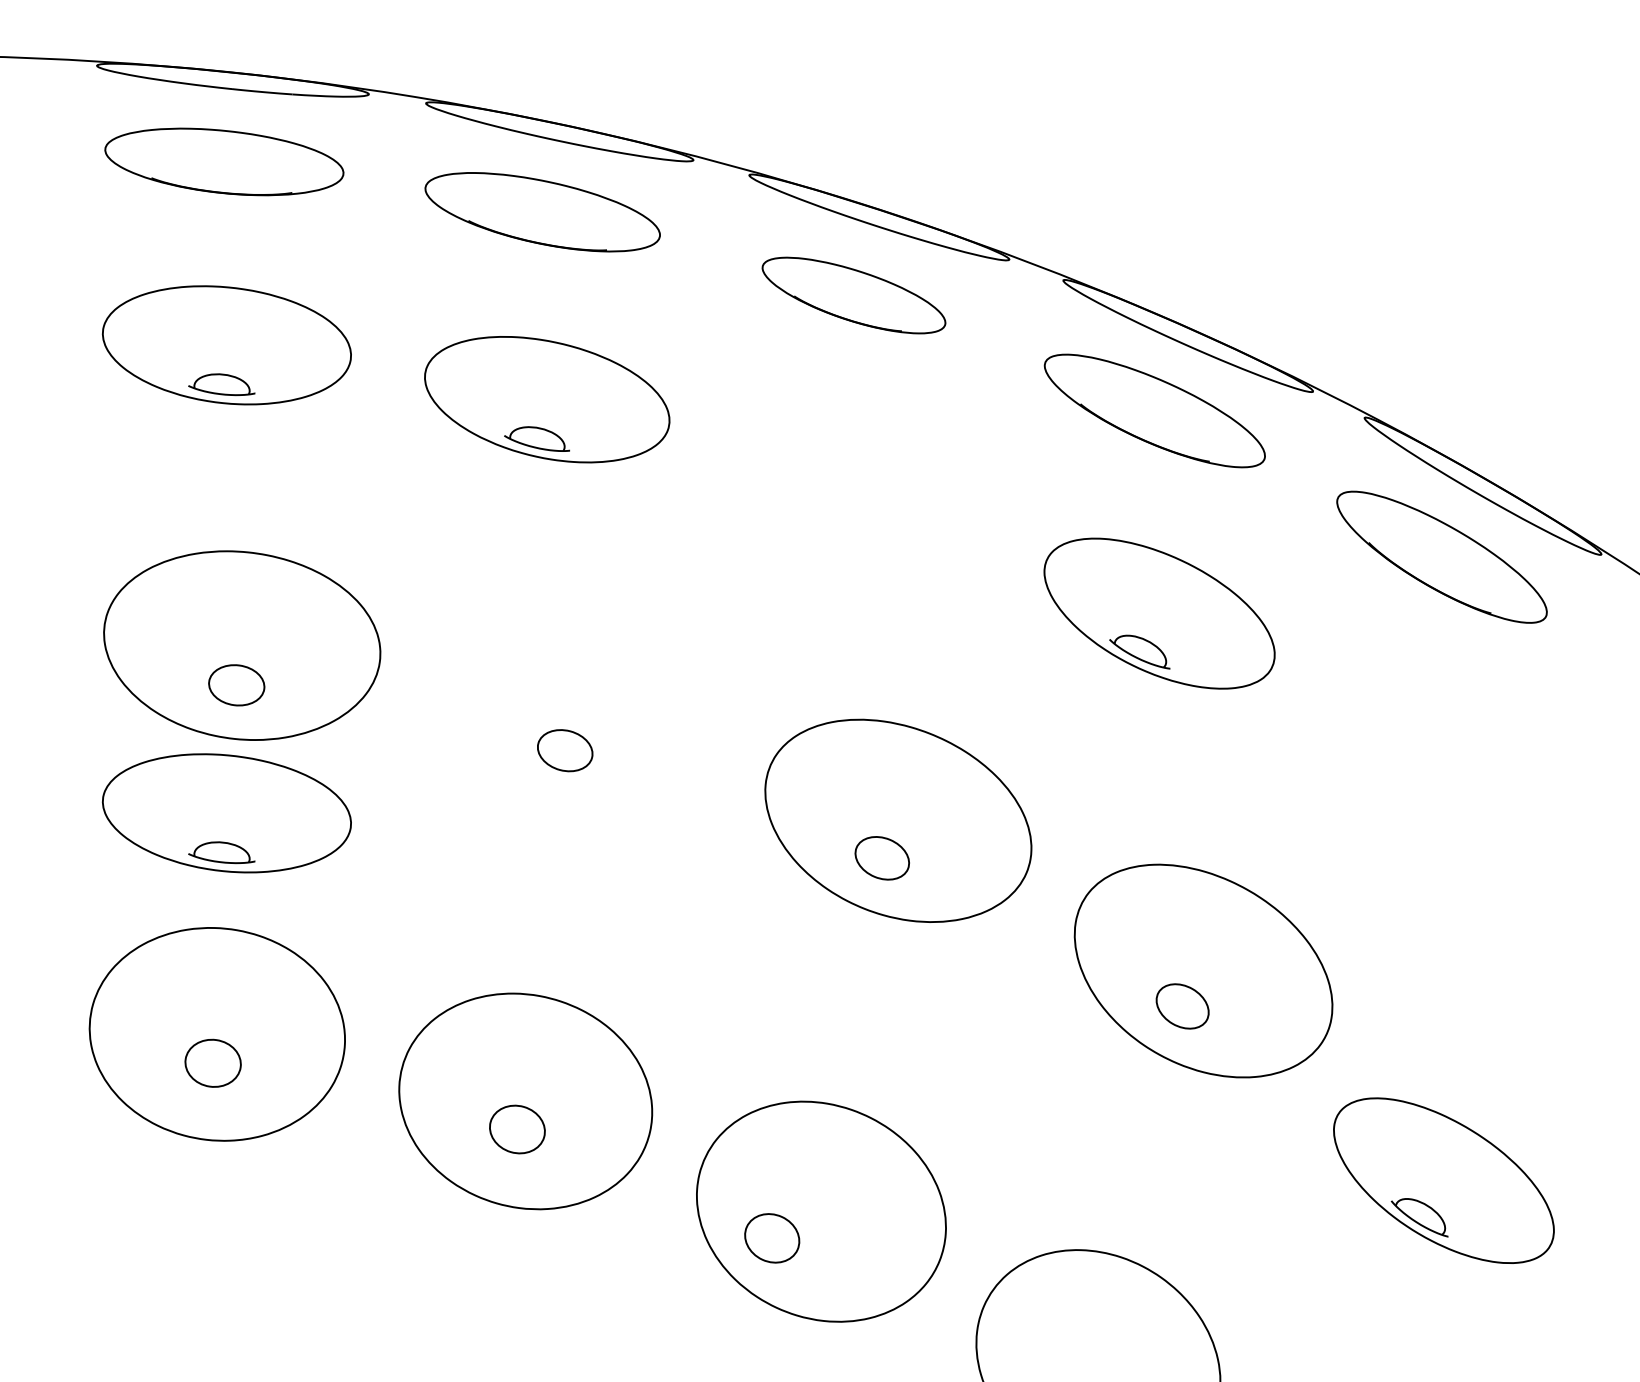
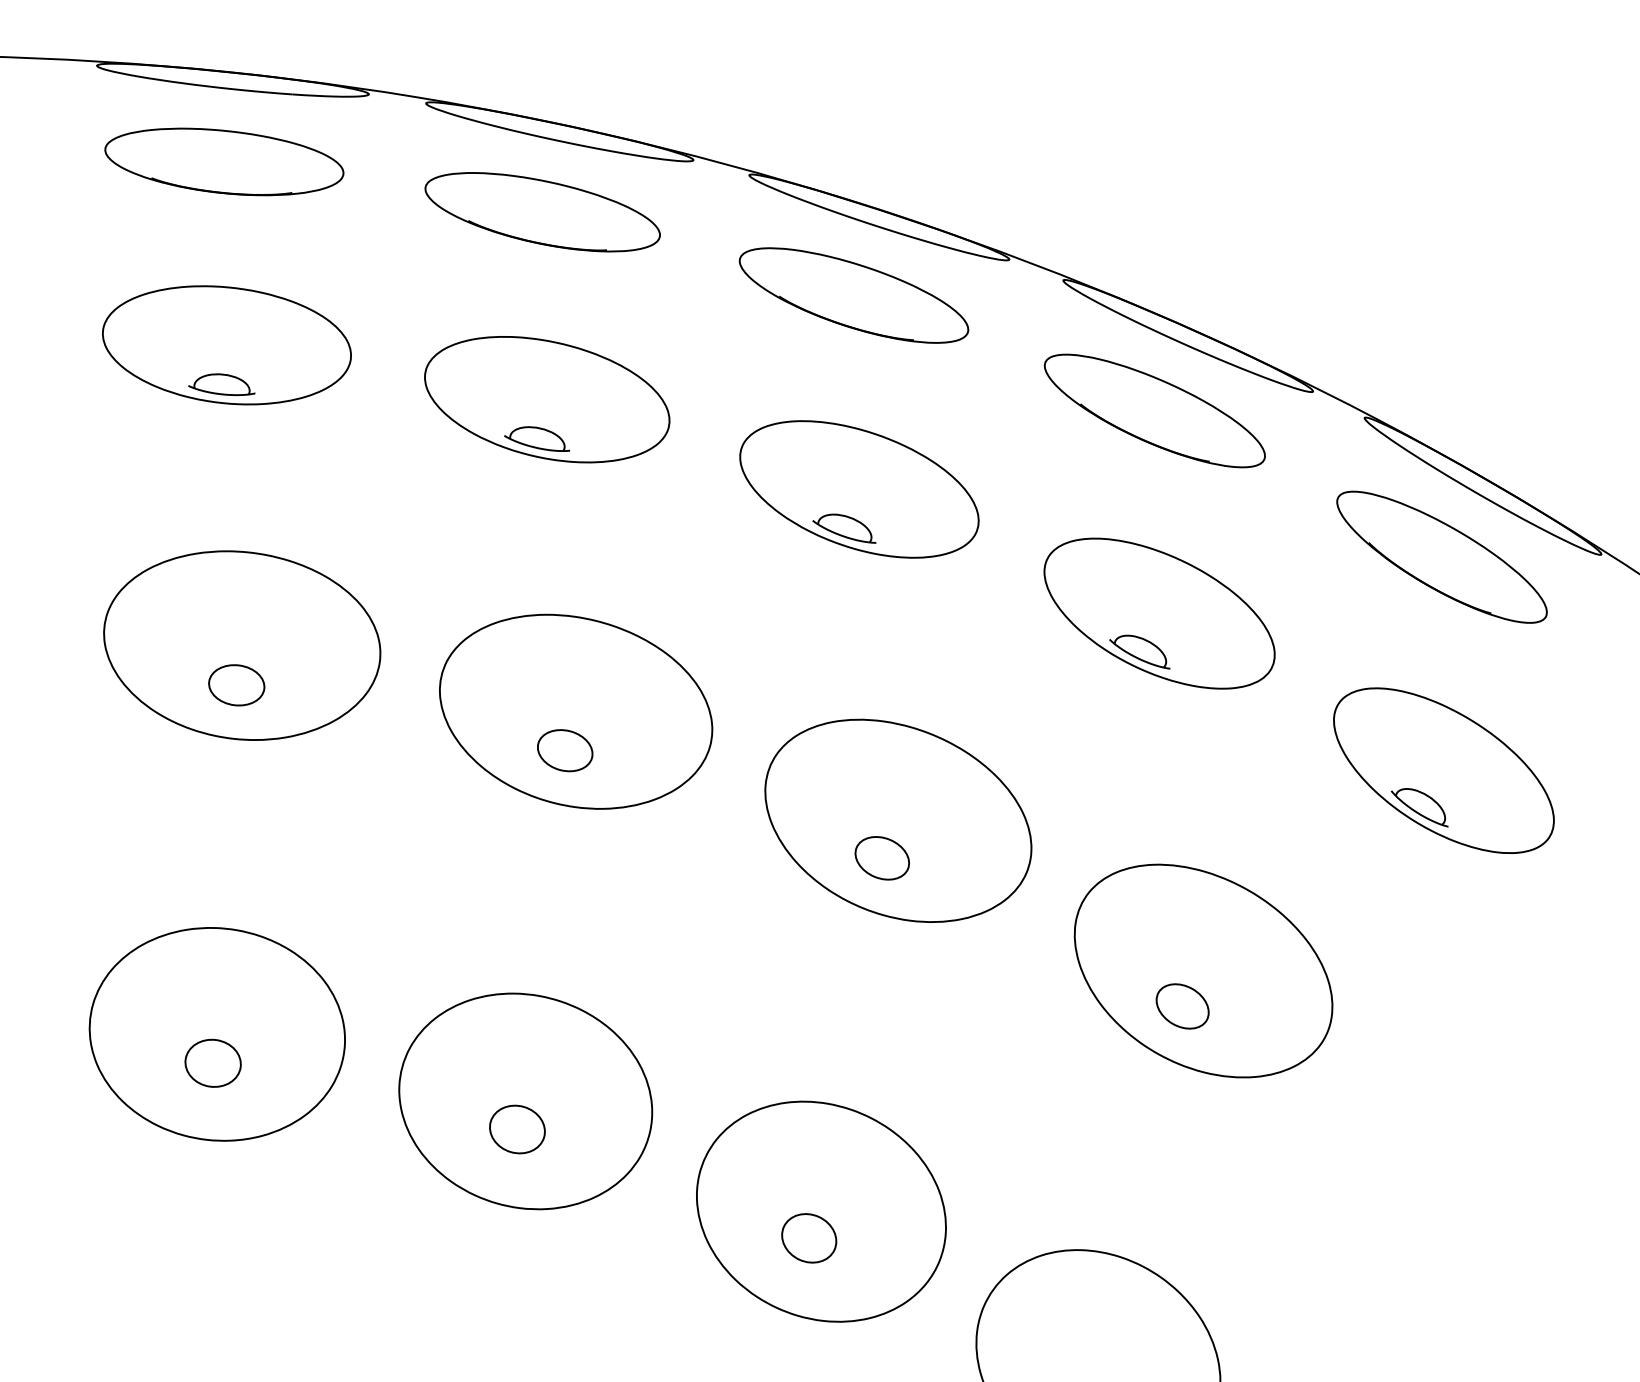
part at (853, 295) size: 186x79 px -> 232x97 px
part at (859, 489): none -> present
part at (576, 711): none -> present
part at (226, 813): present -> none
part at (1443, 1180) position: (1443, 1180) -> (1443, 770)
part at (772, 1238) position: (772, 1238) -> (809, 1238)
